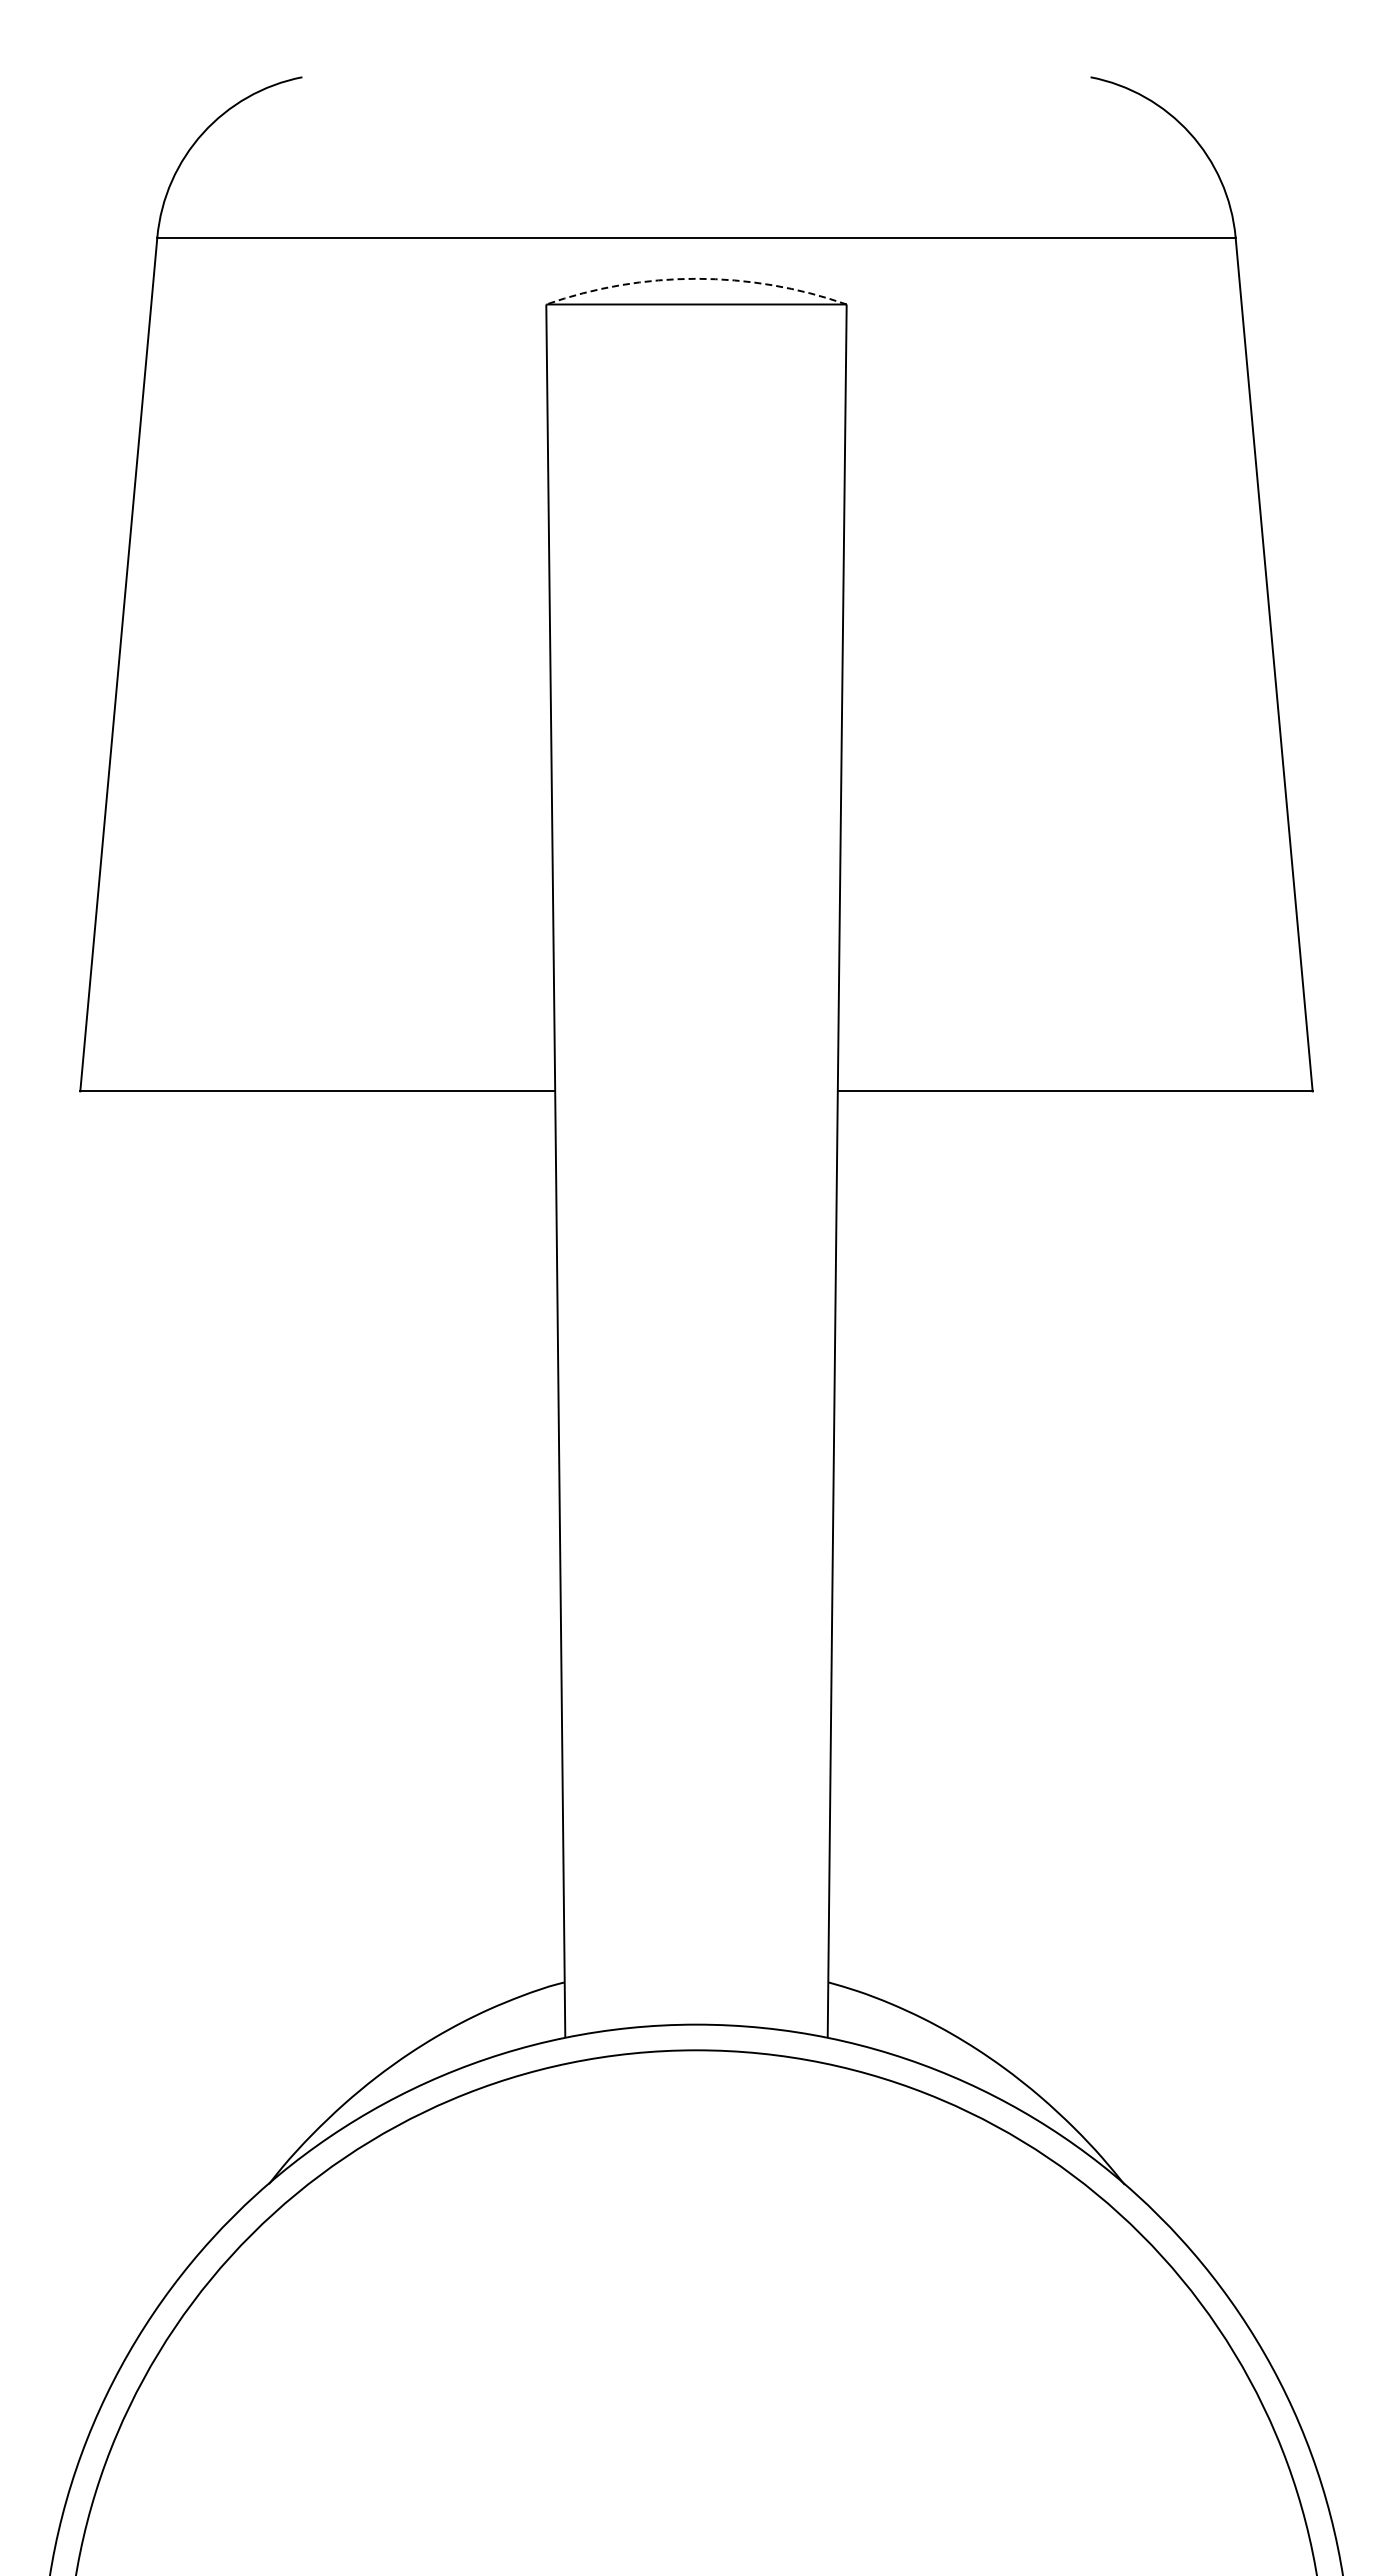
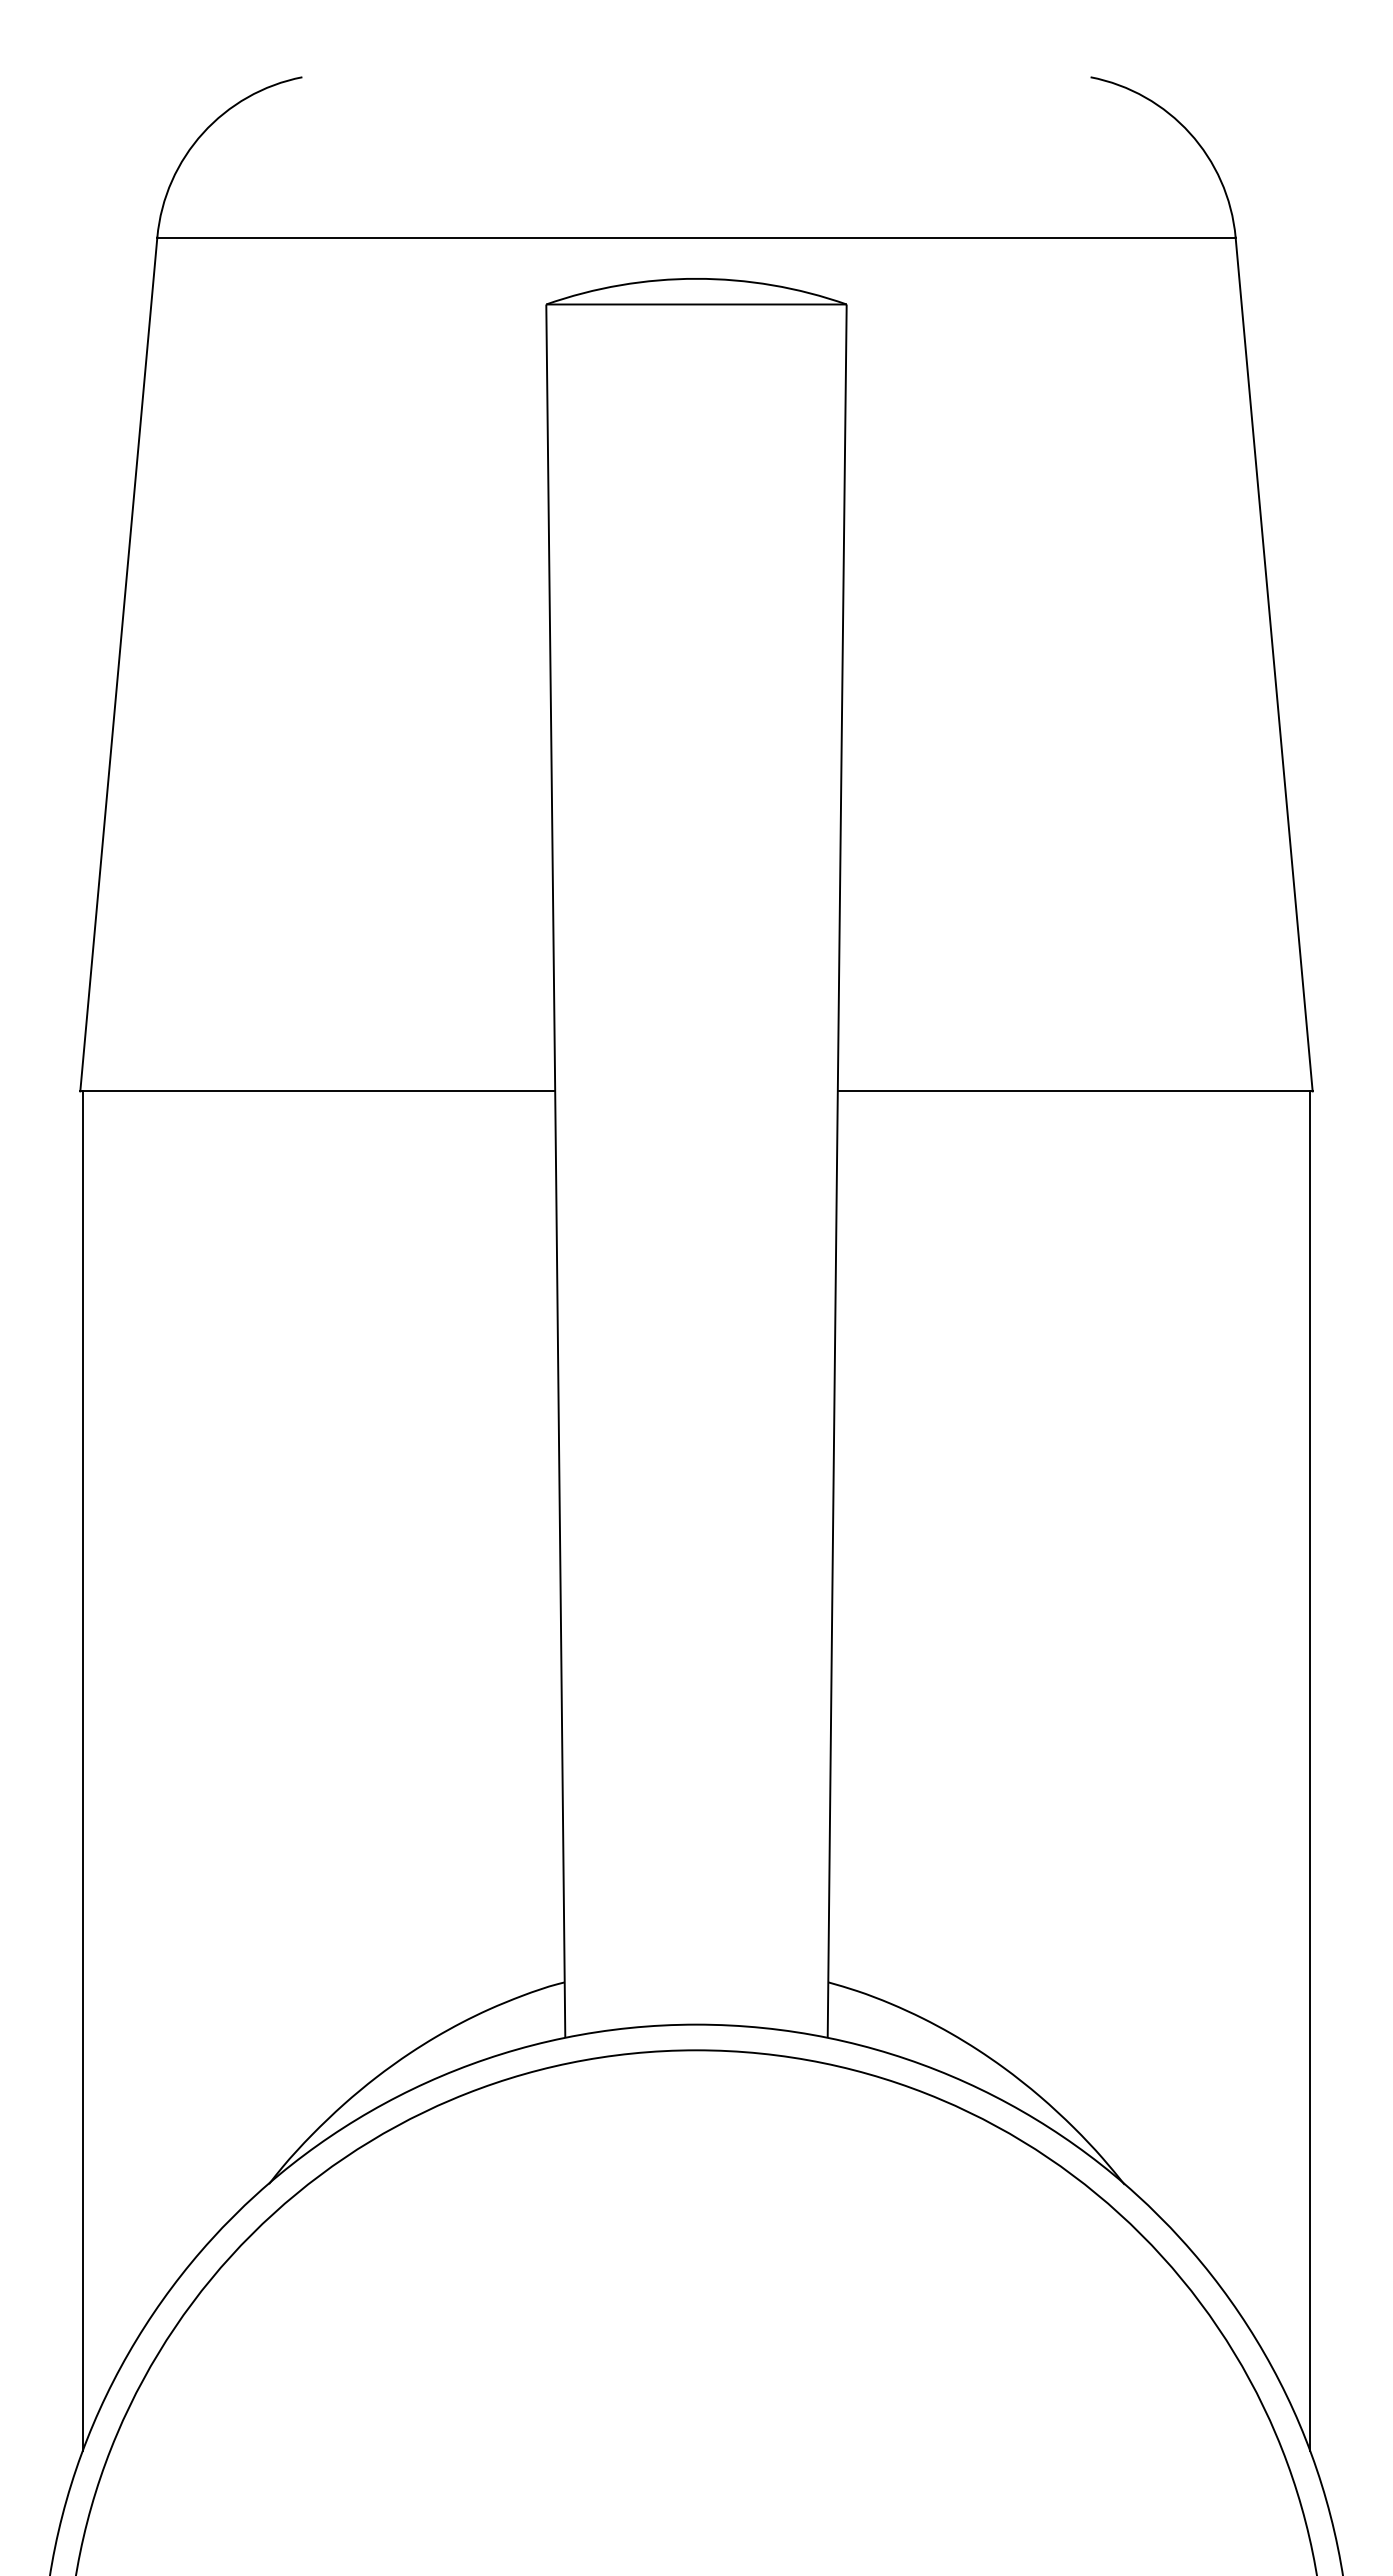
arc at (696, 278): dashed -> solid
line at (82, 1771): none -> present
line at (1310, 1771): none -> present
